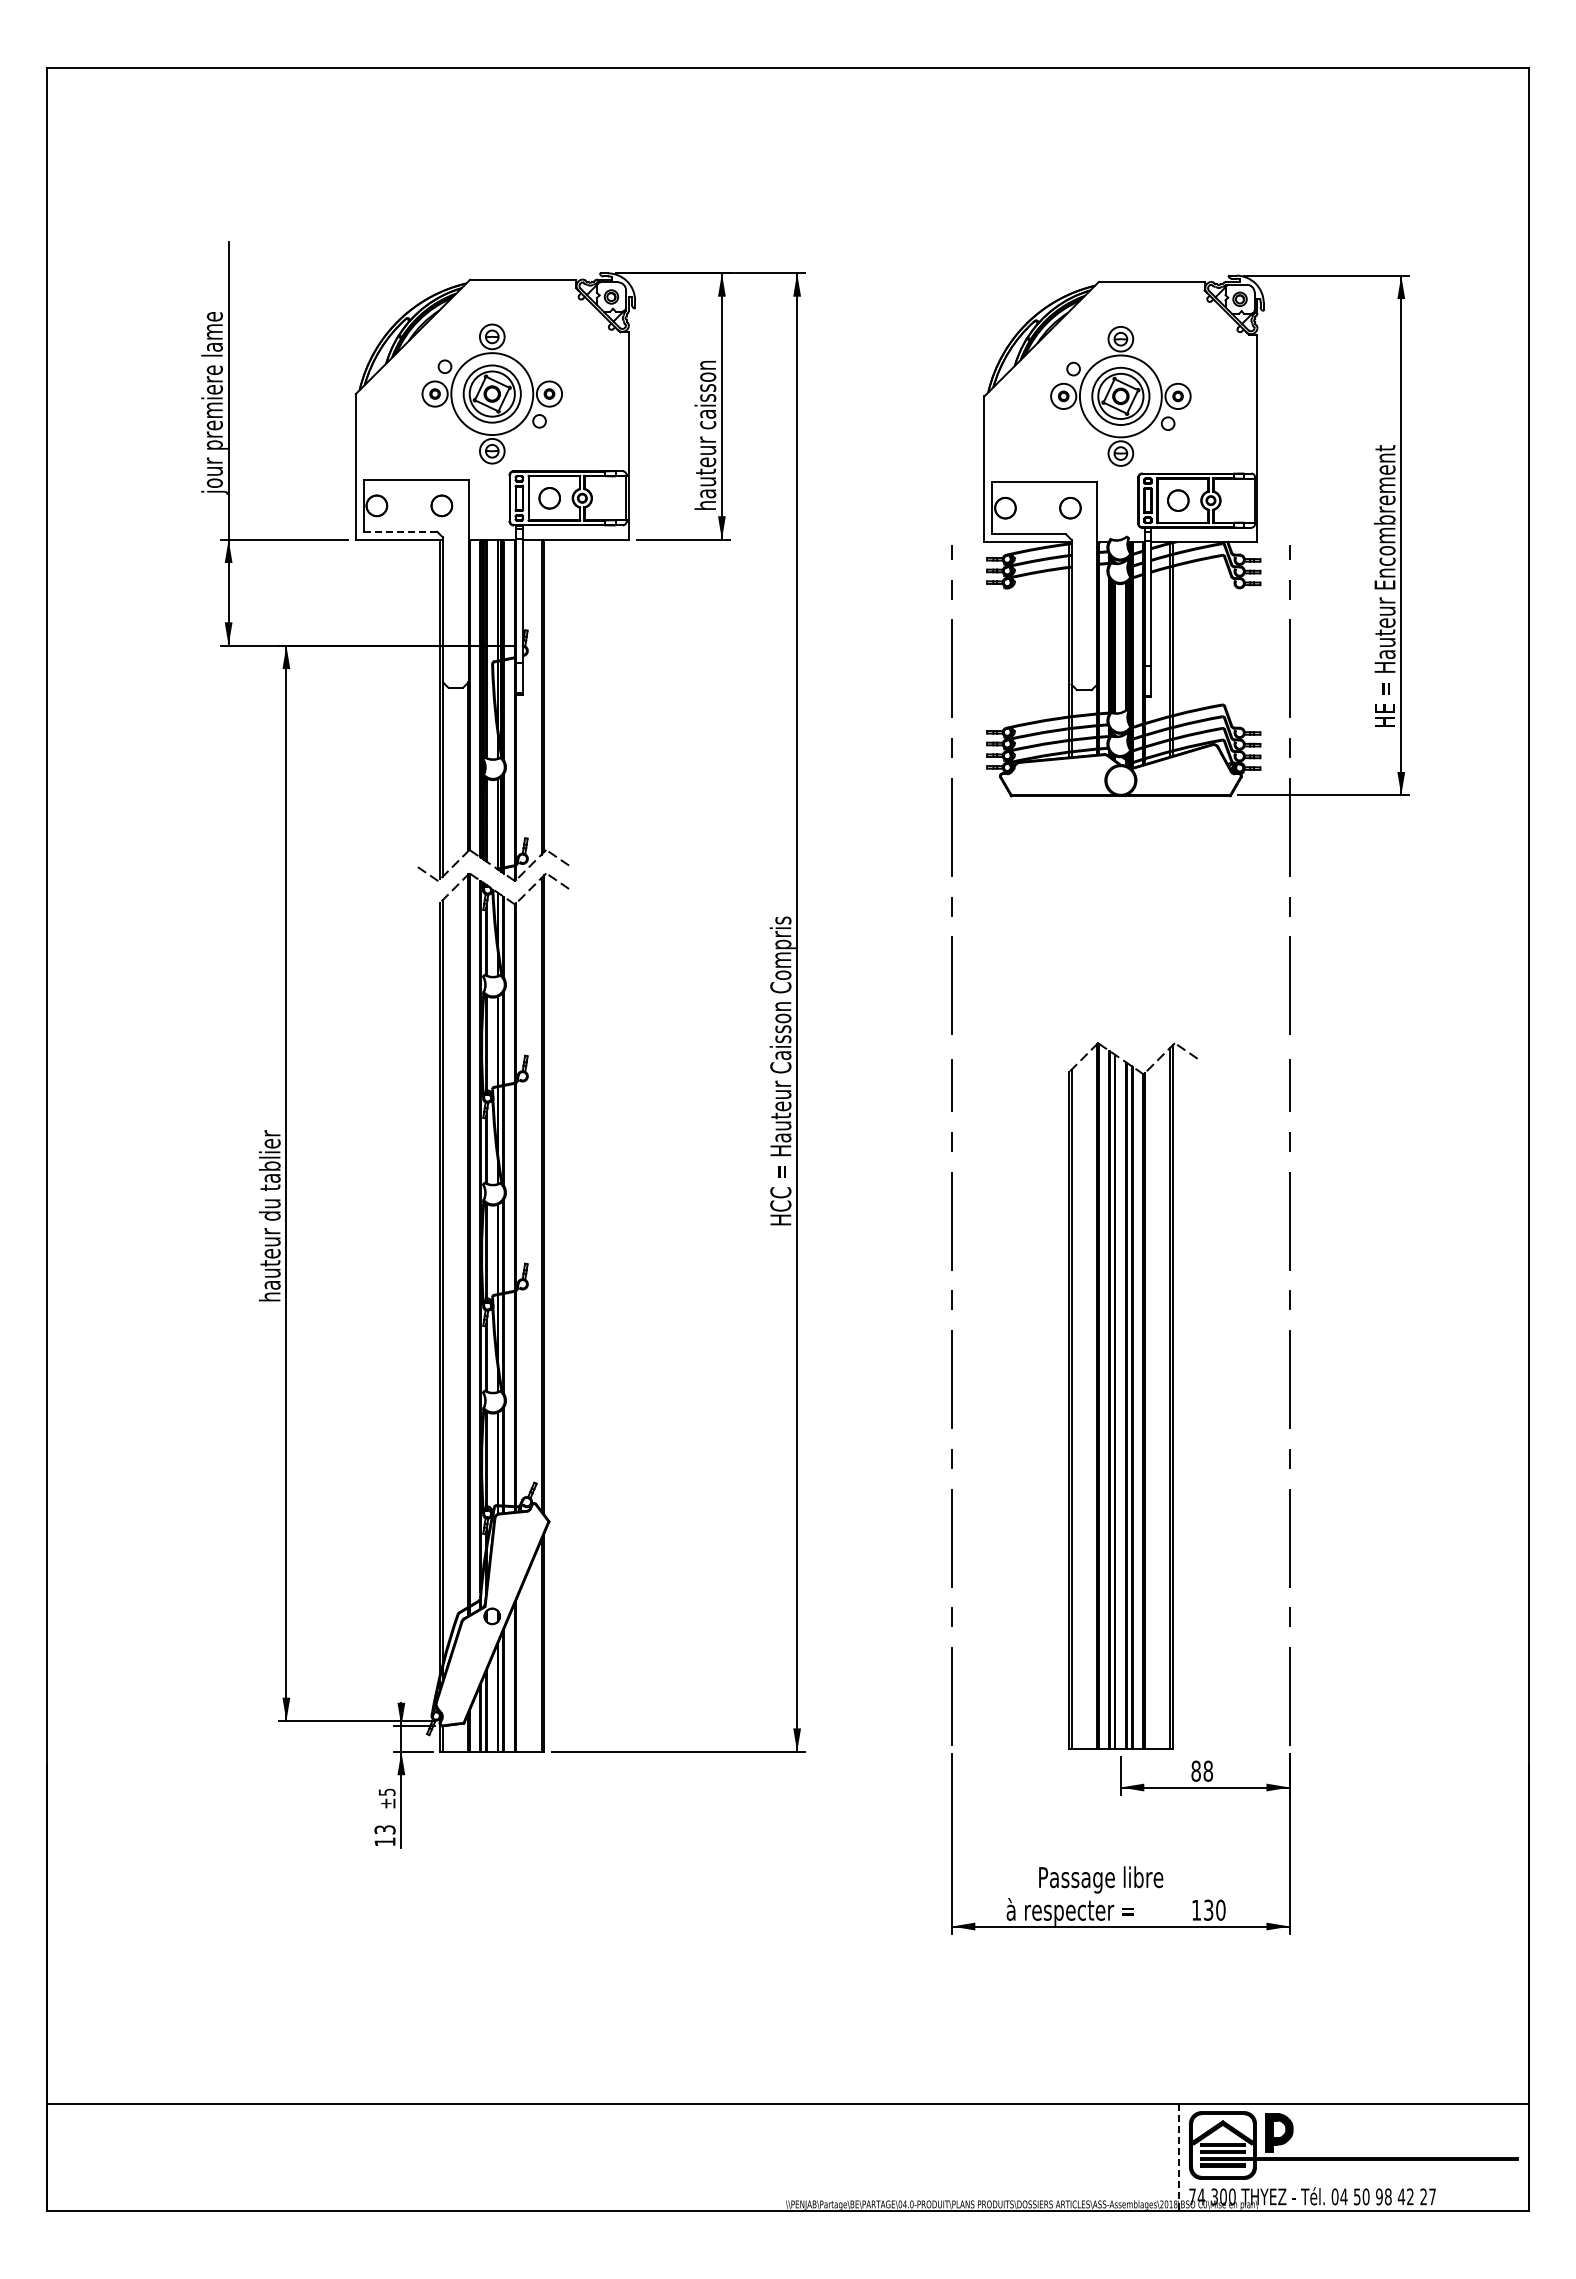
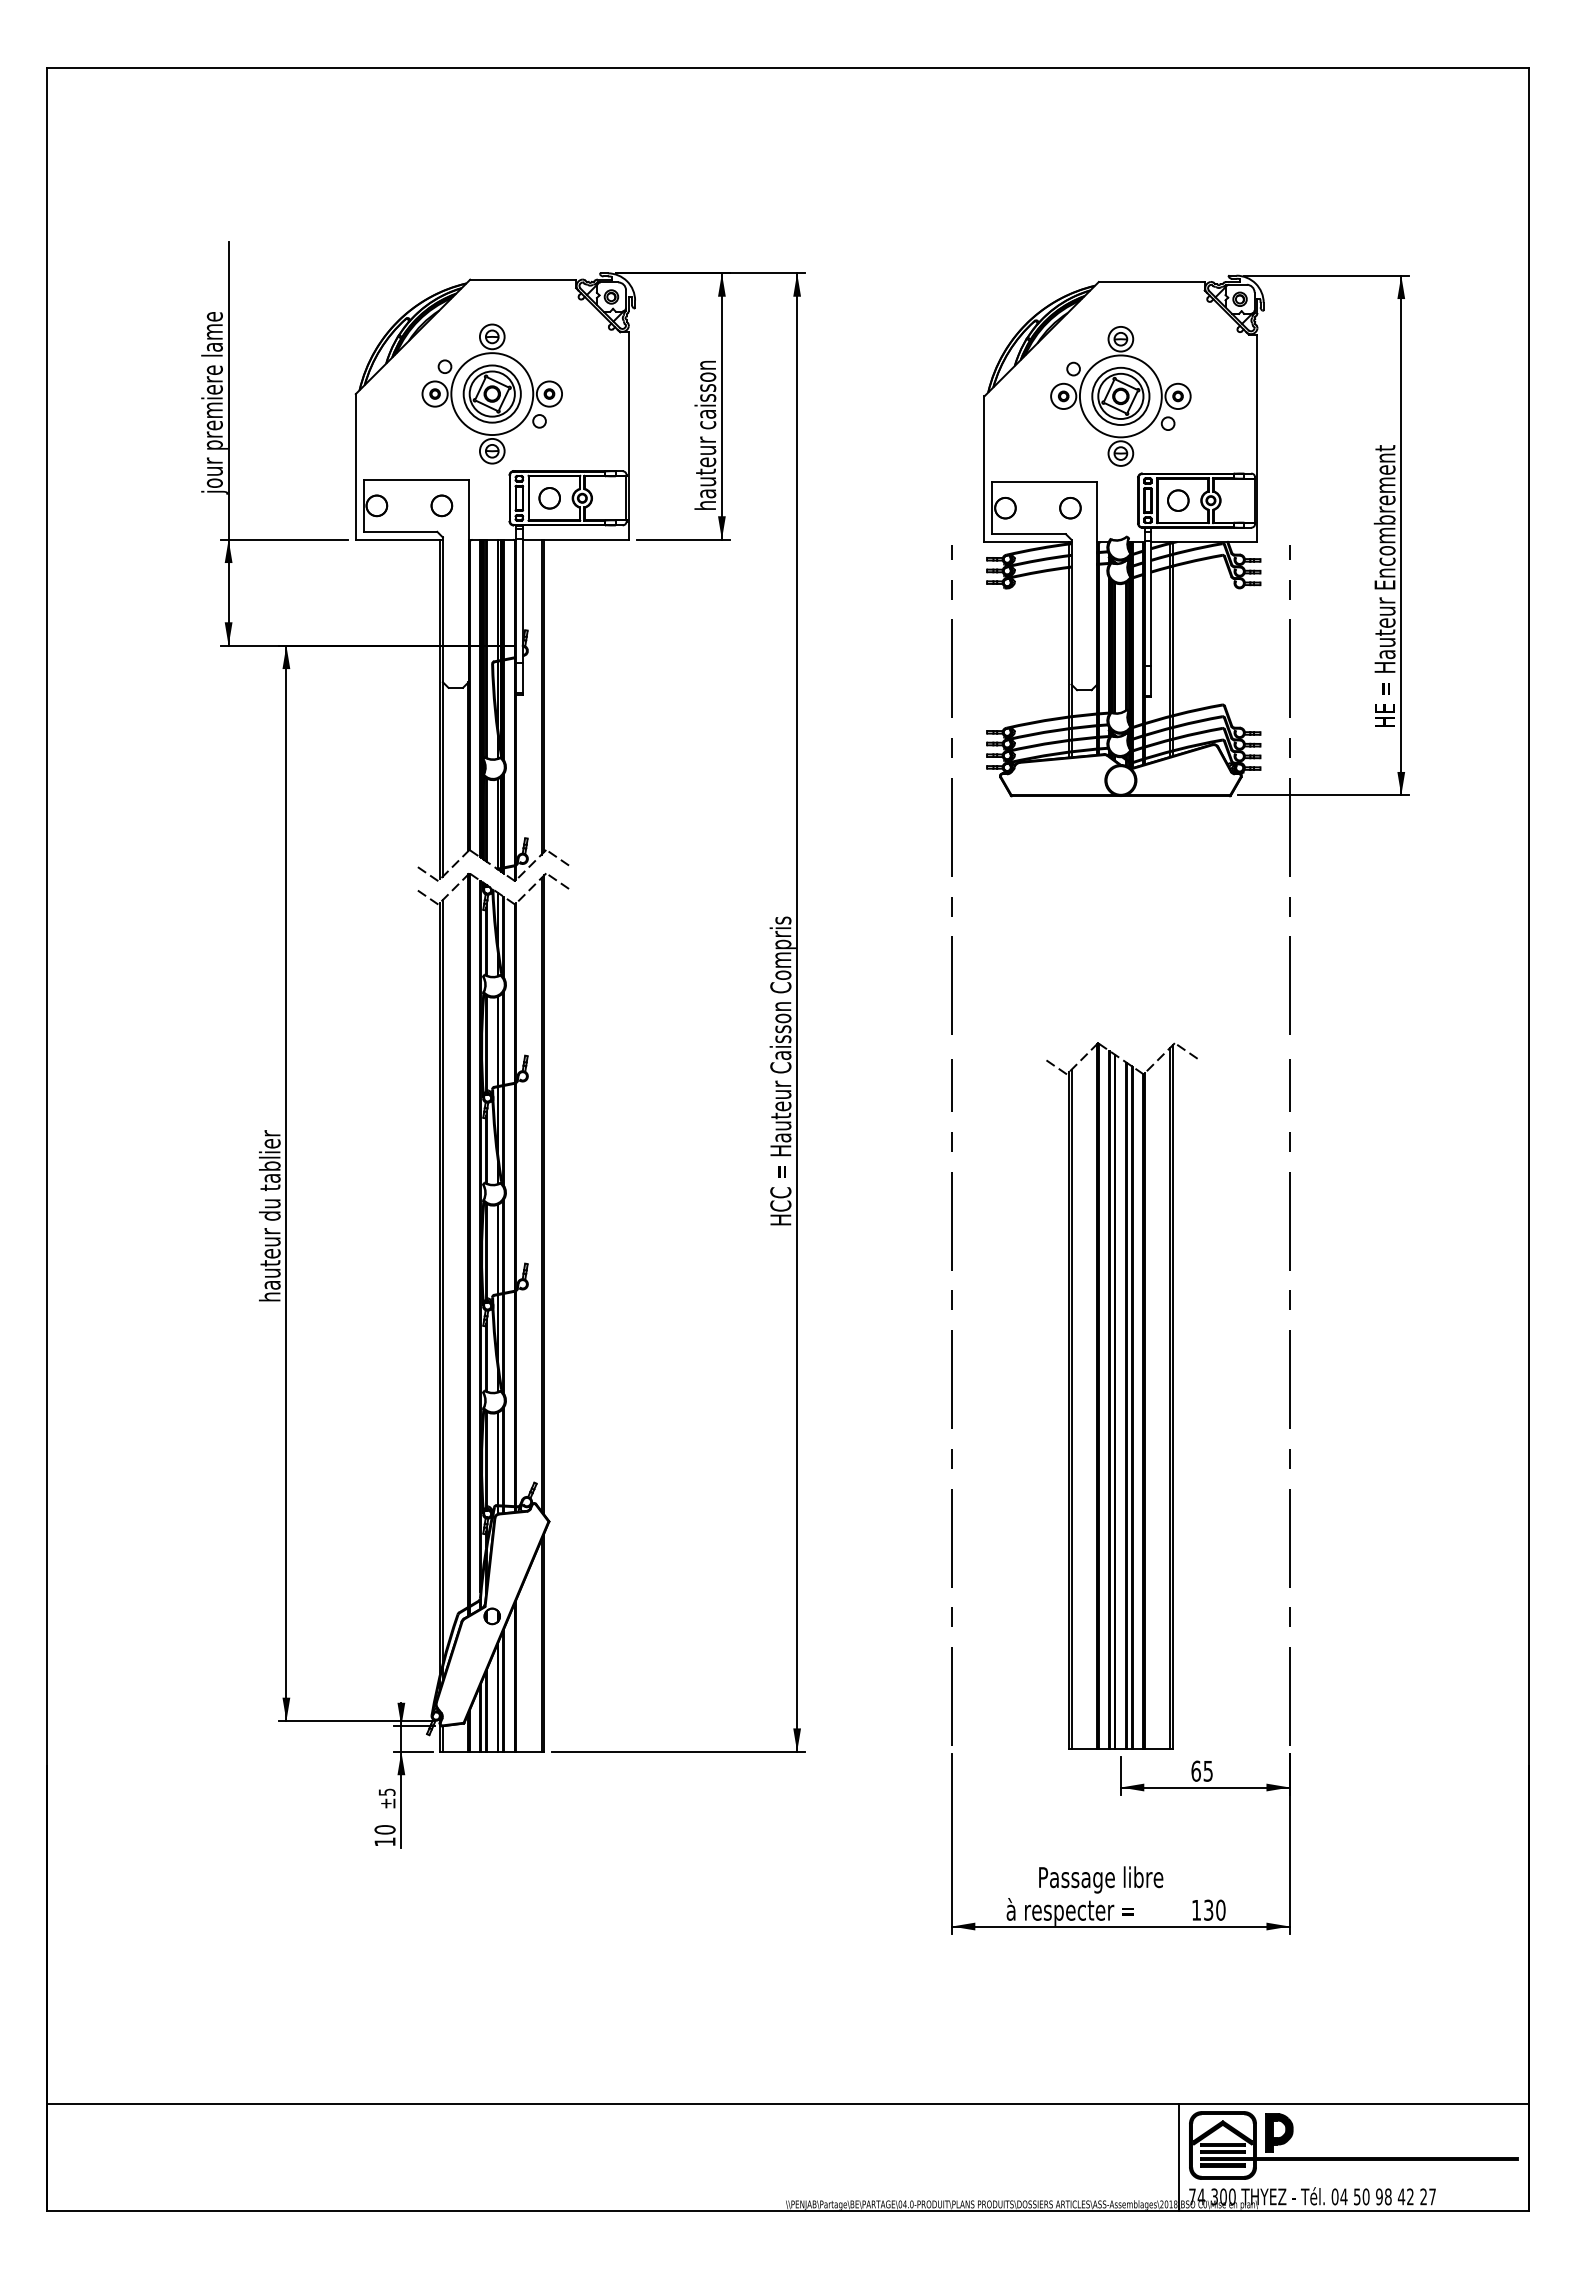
line at (400, 531): dashed -> solid
line at (426, 896): none -> present
line at (1055, 1066): none -> present
text at (1201, 1770): 88 -> 65
text at (384, 1829): 13 -> 10
line at (1178, 2157): dashed -> solid
